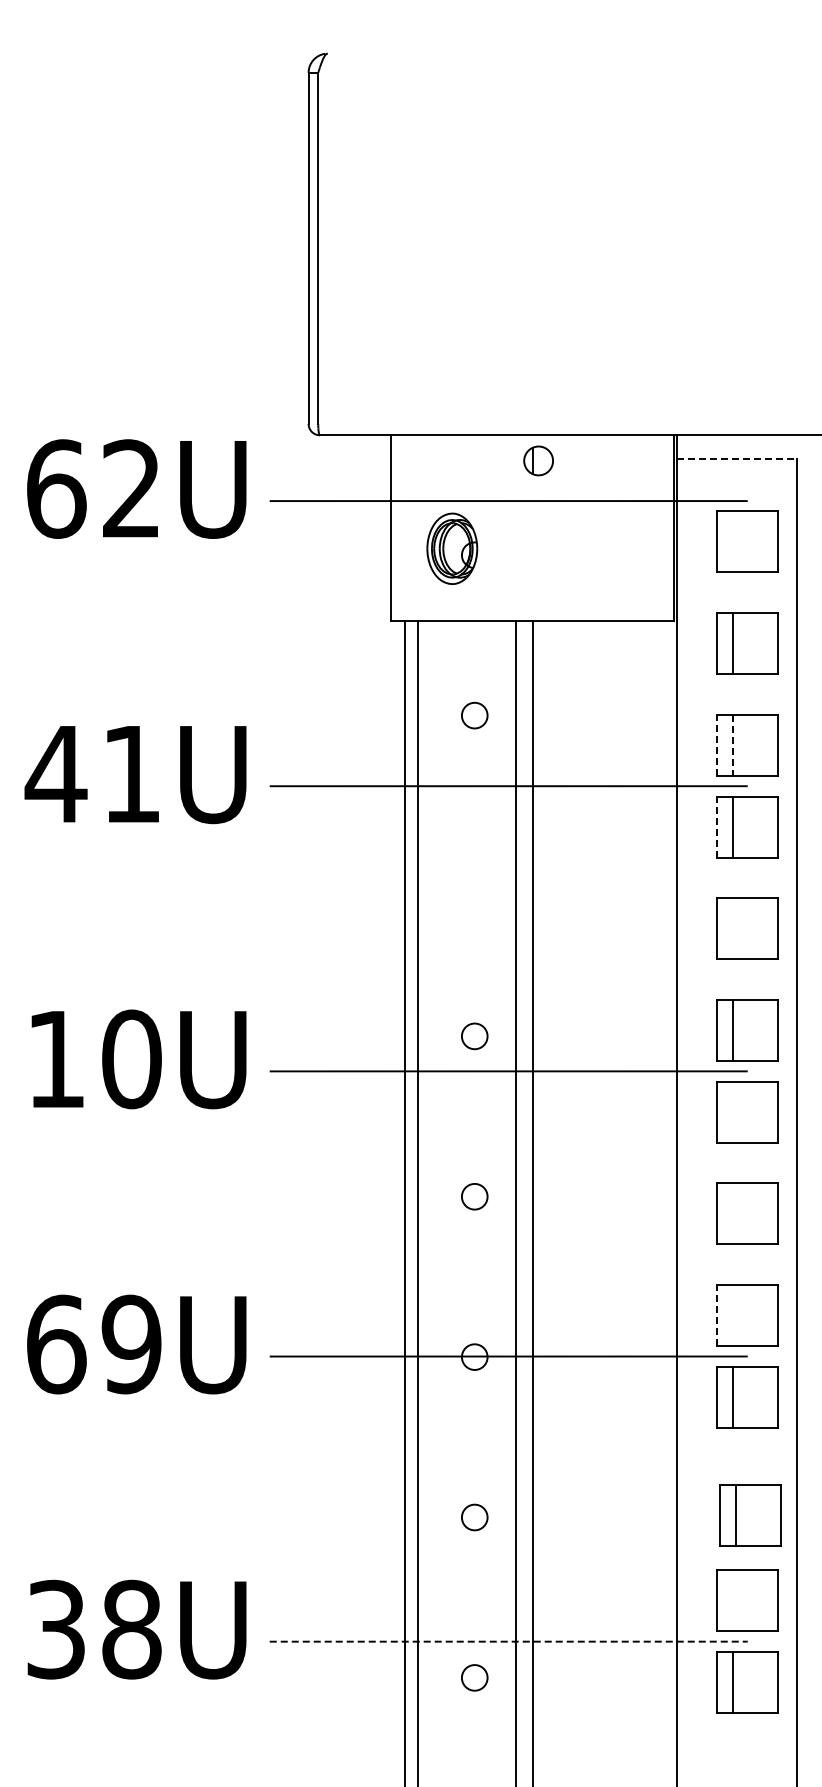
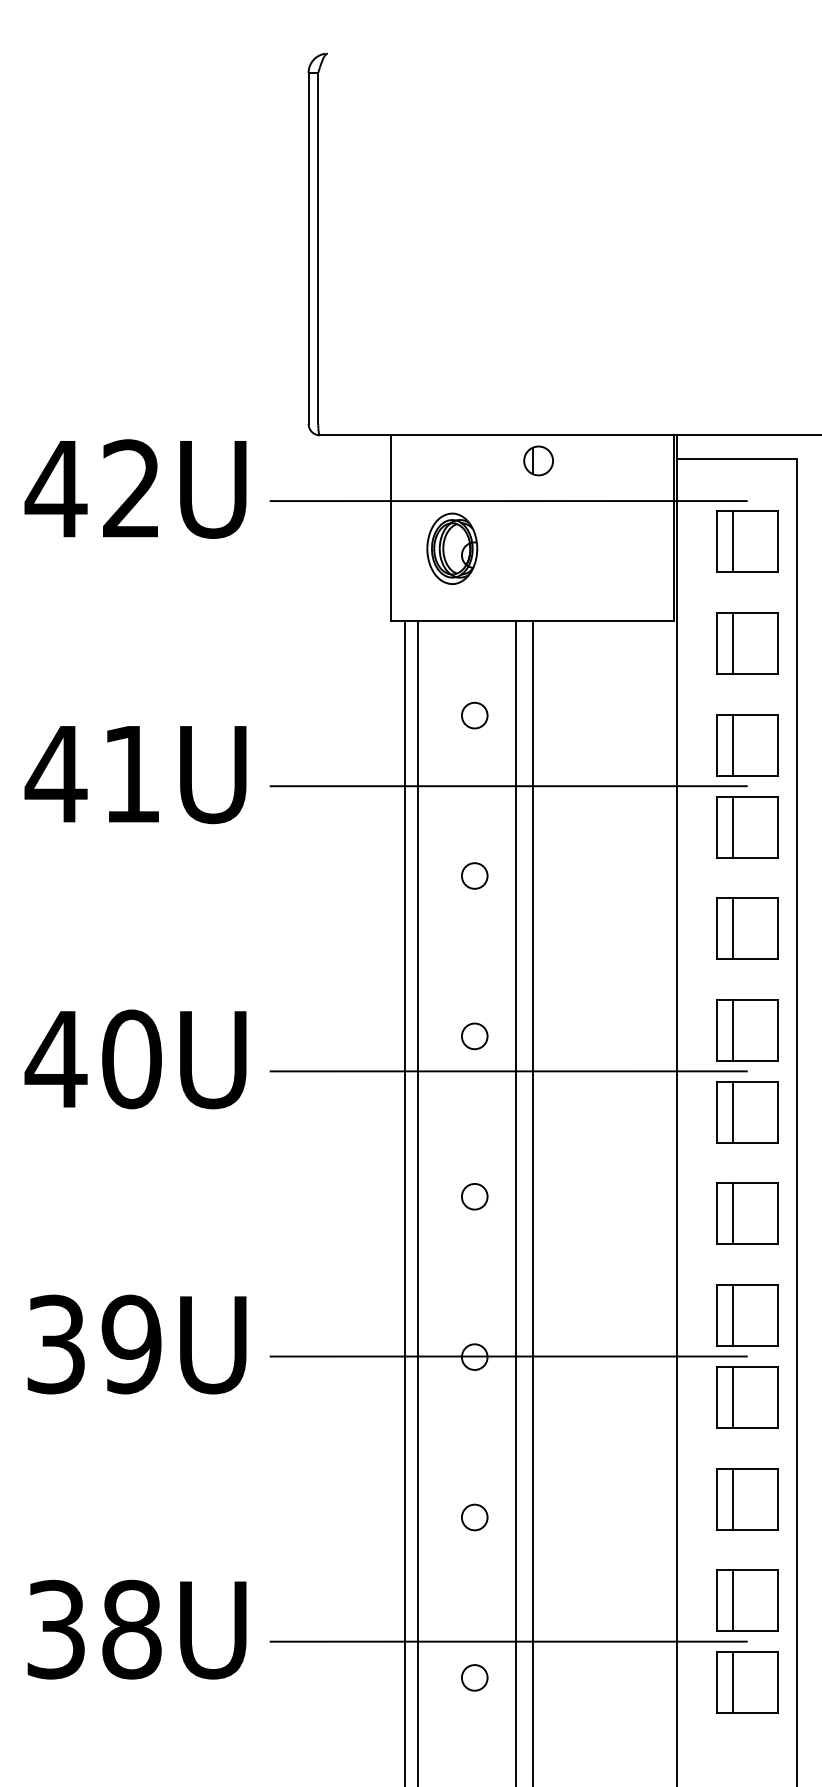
line at (737, 459): dashed -> solid
text at (55, 488): 62U -> 42U
line at (733, 541): none -> present
line at (717, 744): dashed -> solid
line at (733, 745): dashed -> solid
line at (717, 826): dashed -> solid
circle at (474, 875): none -> present
line at (733, 928): none -> present
text at (55, 1059): 10U -> 40U
line at (733, 1111): none -> present
line at (733, 1213): none -> present
line at (717, 1315): dashed -> solid
line at (733, 1315): none -> present
text at (56, 1344): 69U -> 39U
part at (750, 1515) position: (750, 1515) -> (747, 1499)
line at (733, 1600): none -> present
line at (508, 1641): dashed -> solid
